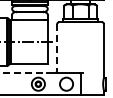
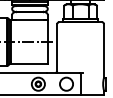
line at (57, 48): dashed -> solid
line at (24, 72): dashed -> solid
